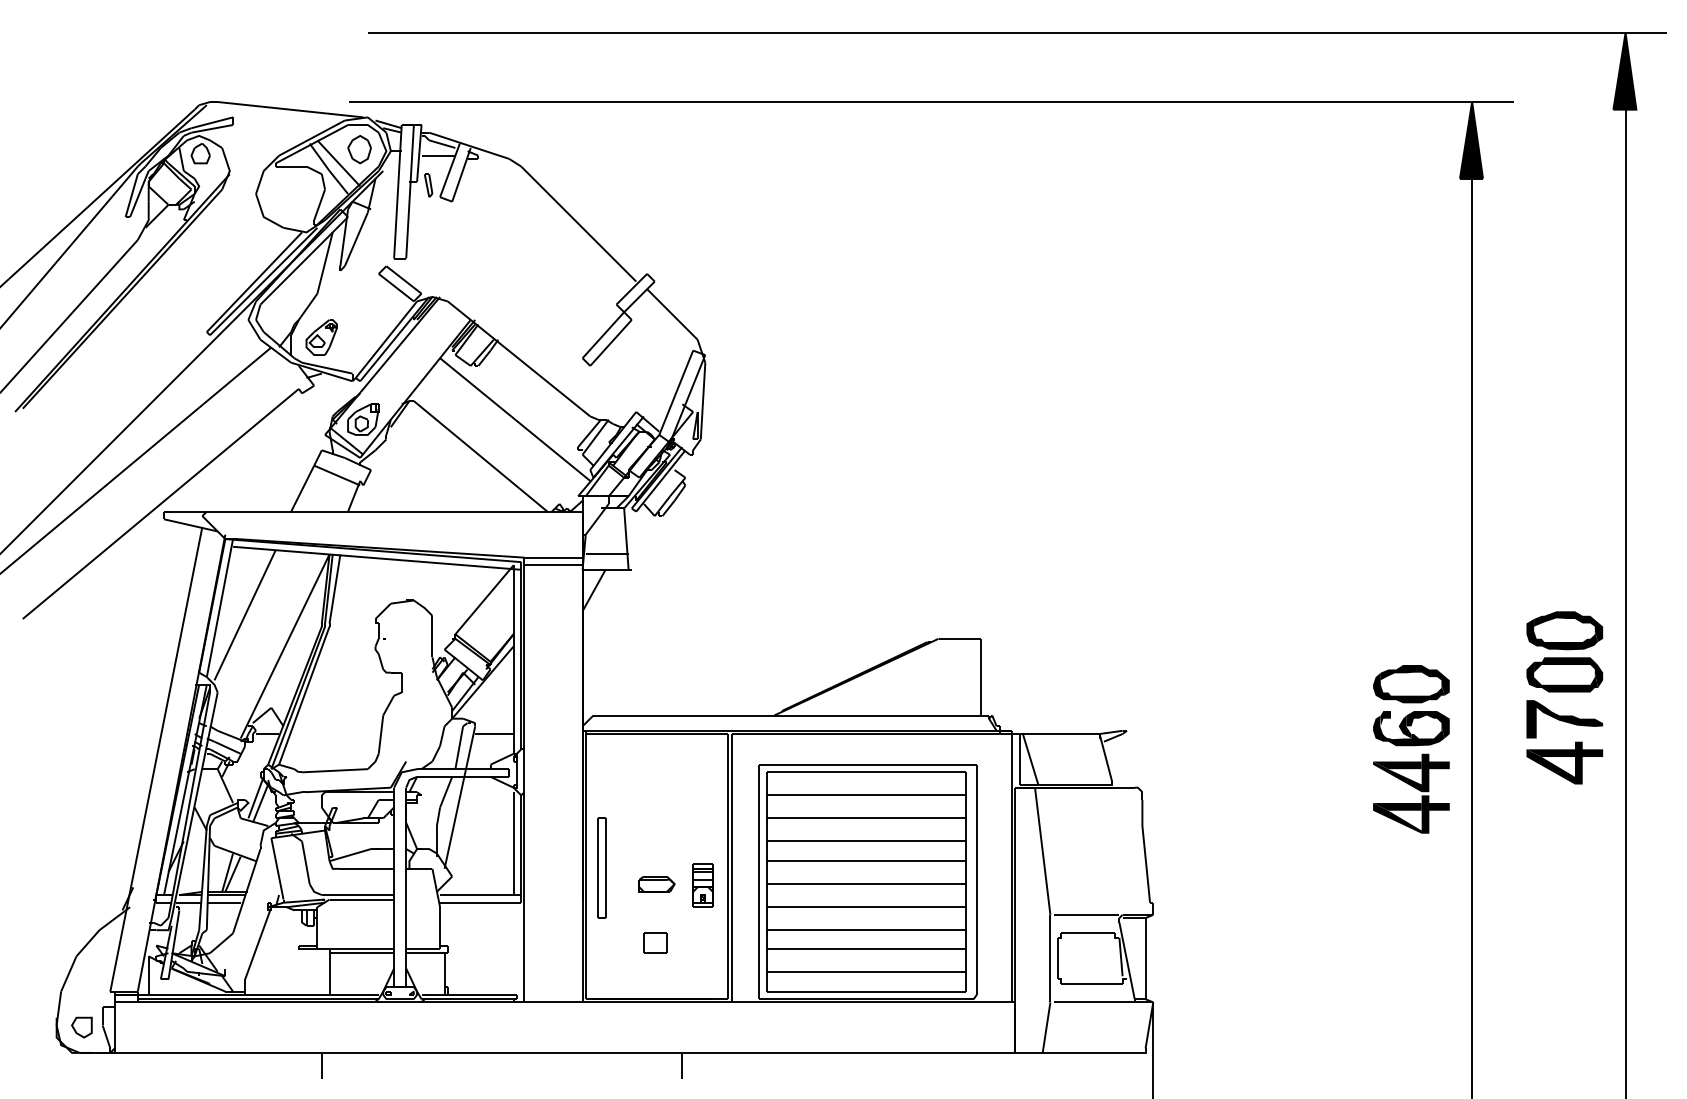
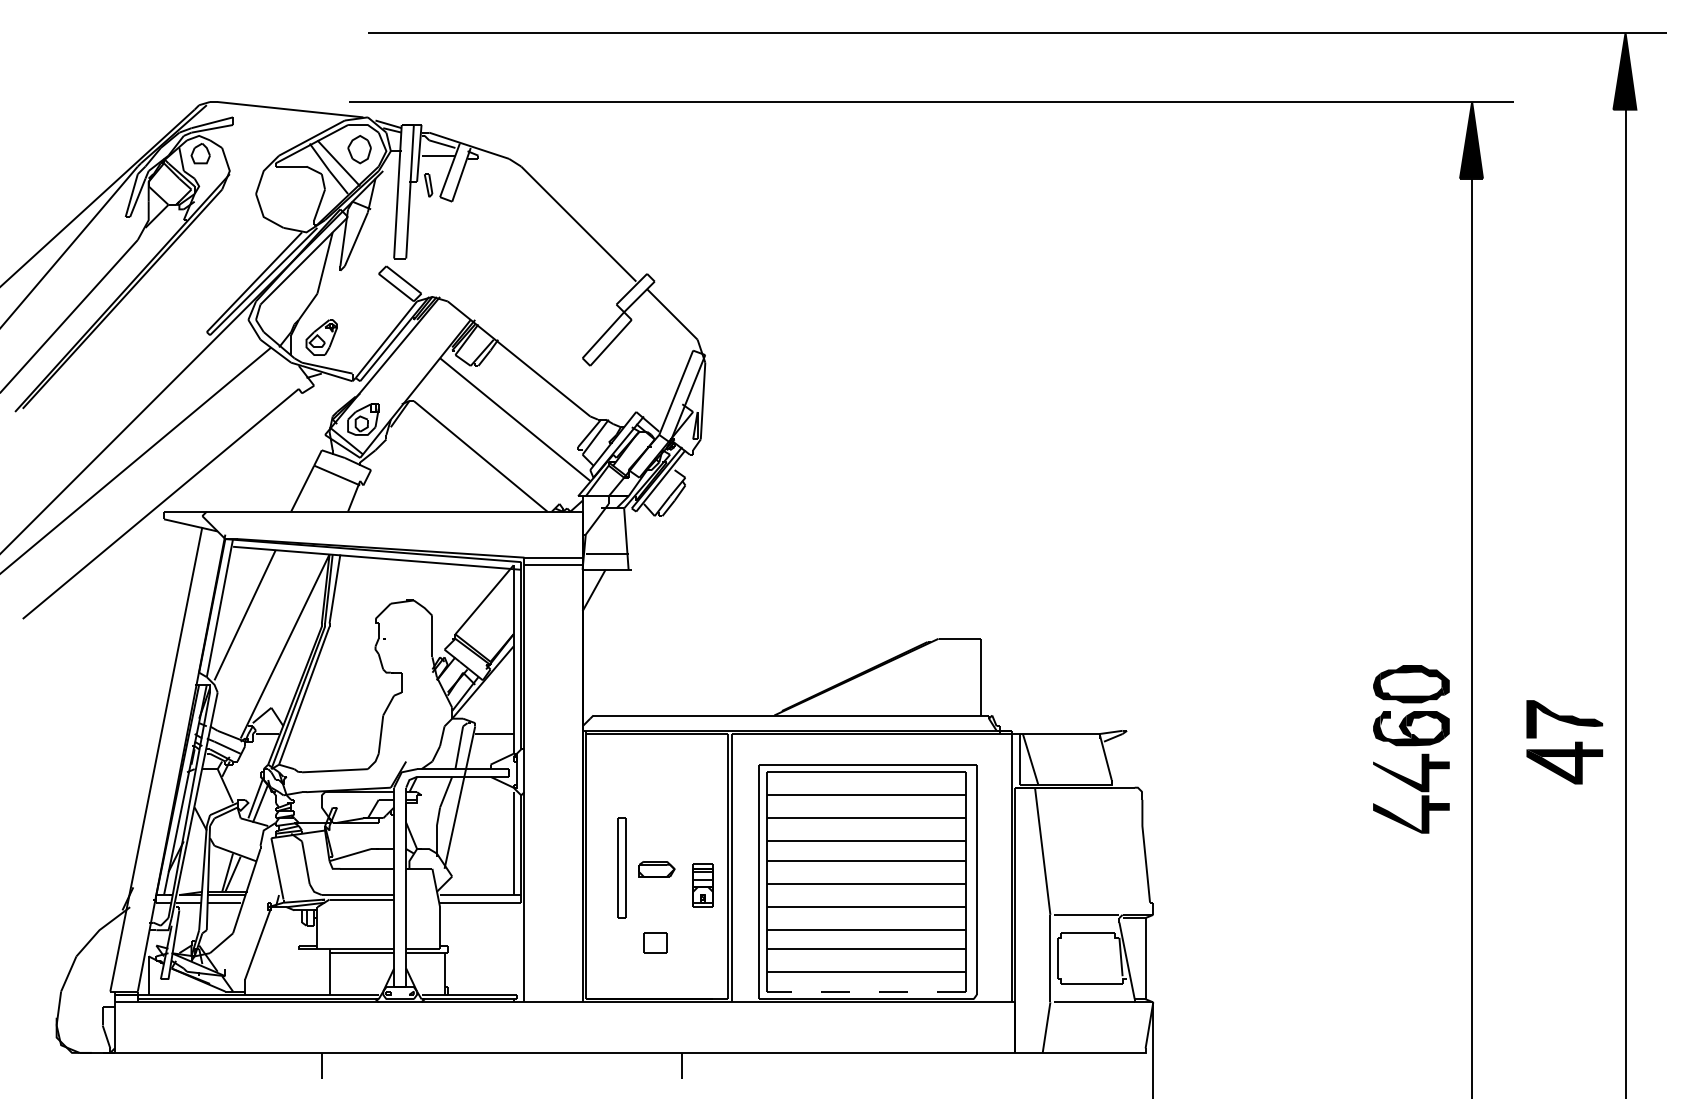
part at (1564, 651): present -> none
fill at (1397, 765): present -> none
fill at (1397, 806): present -> none
part at (601, 867) position: (601, 867) -> (621, 867)
part at (656, 884) position: (656, 884) -> (656, 869)
line at (866, 991): solid -> dashed
part at (81, 1027): present -> none
